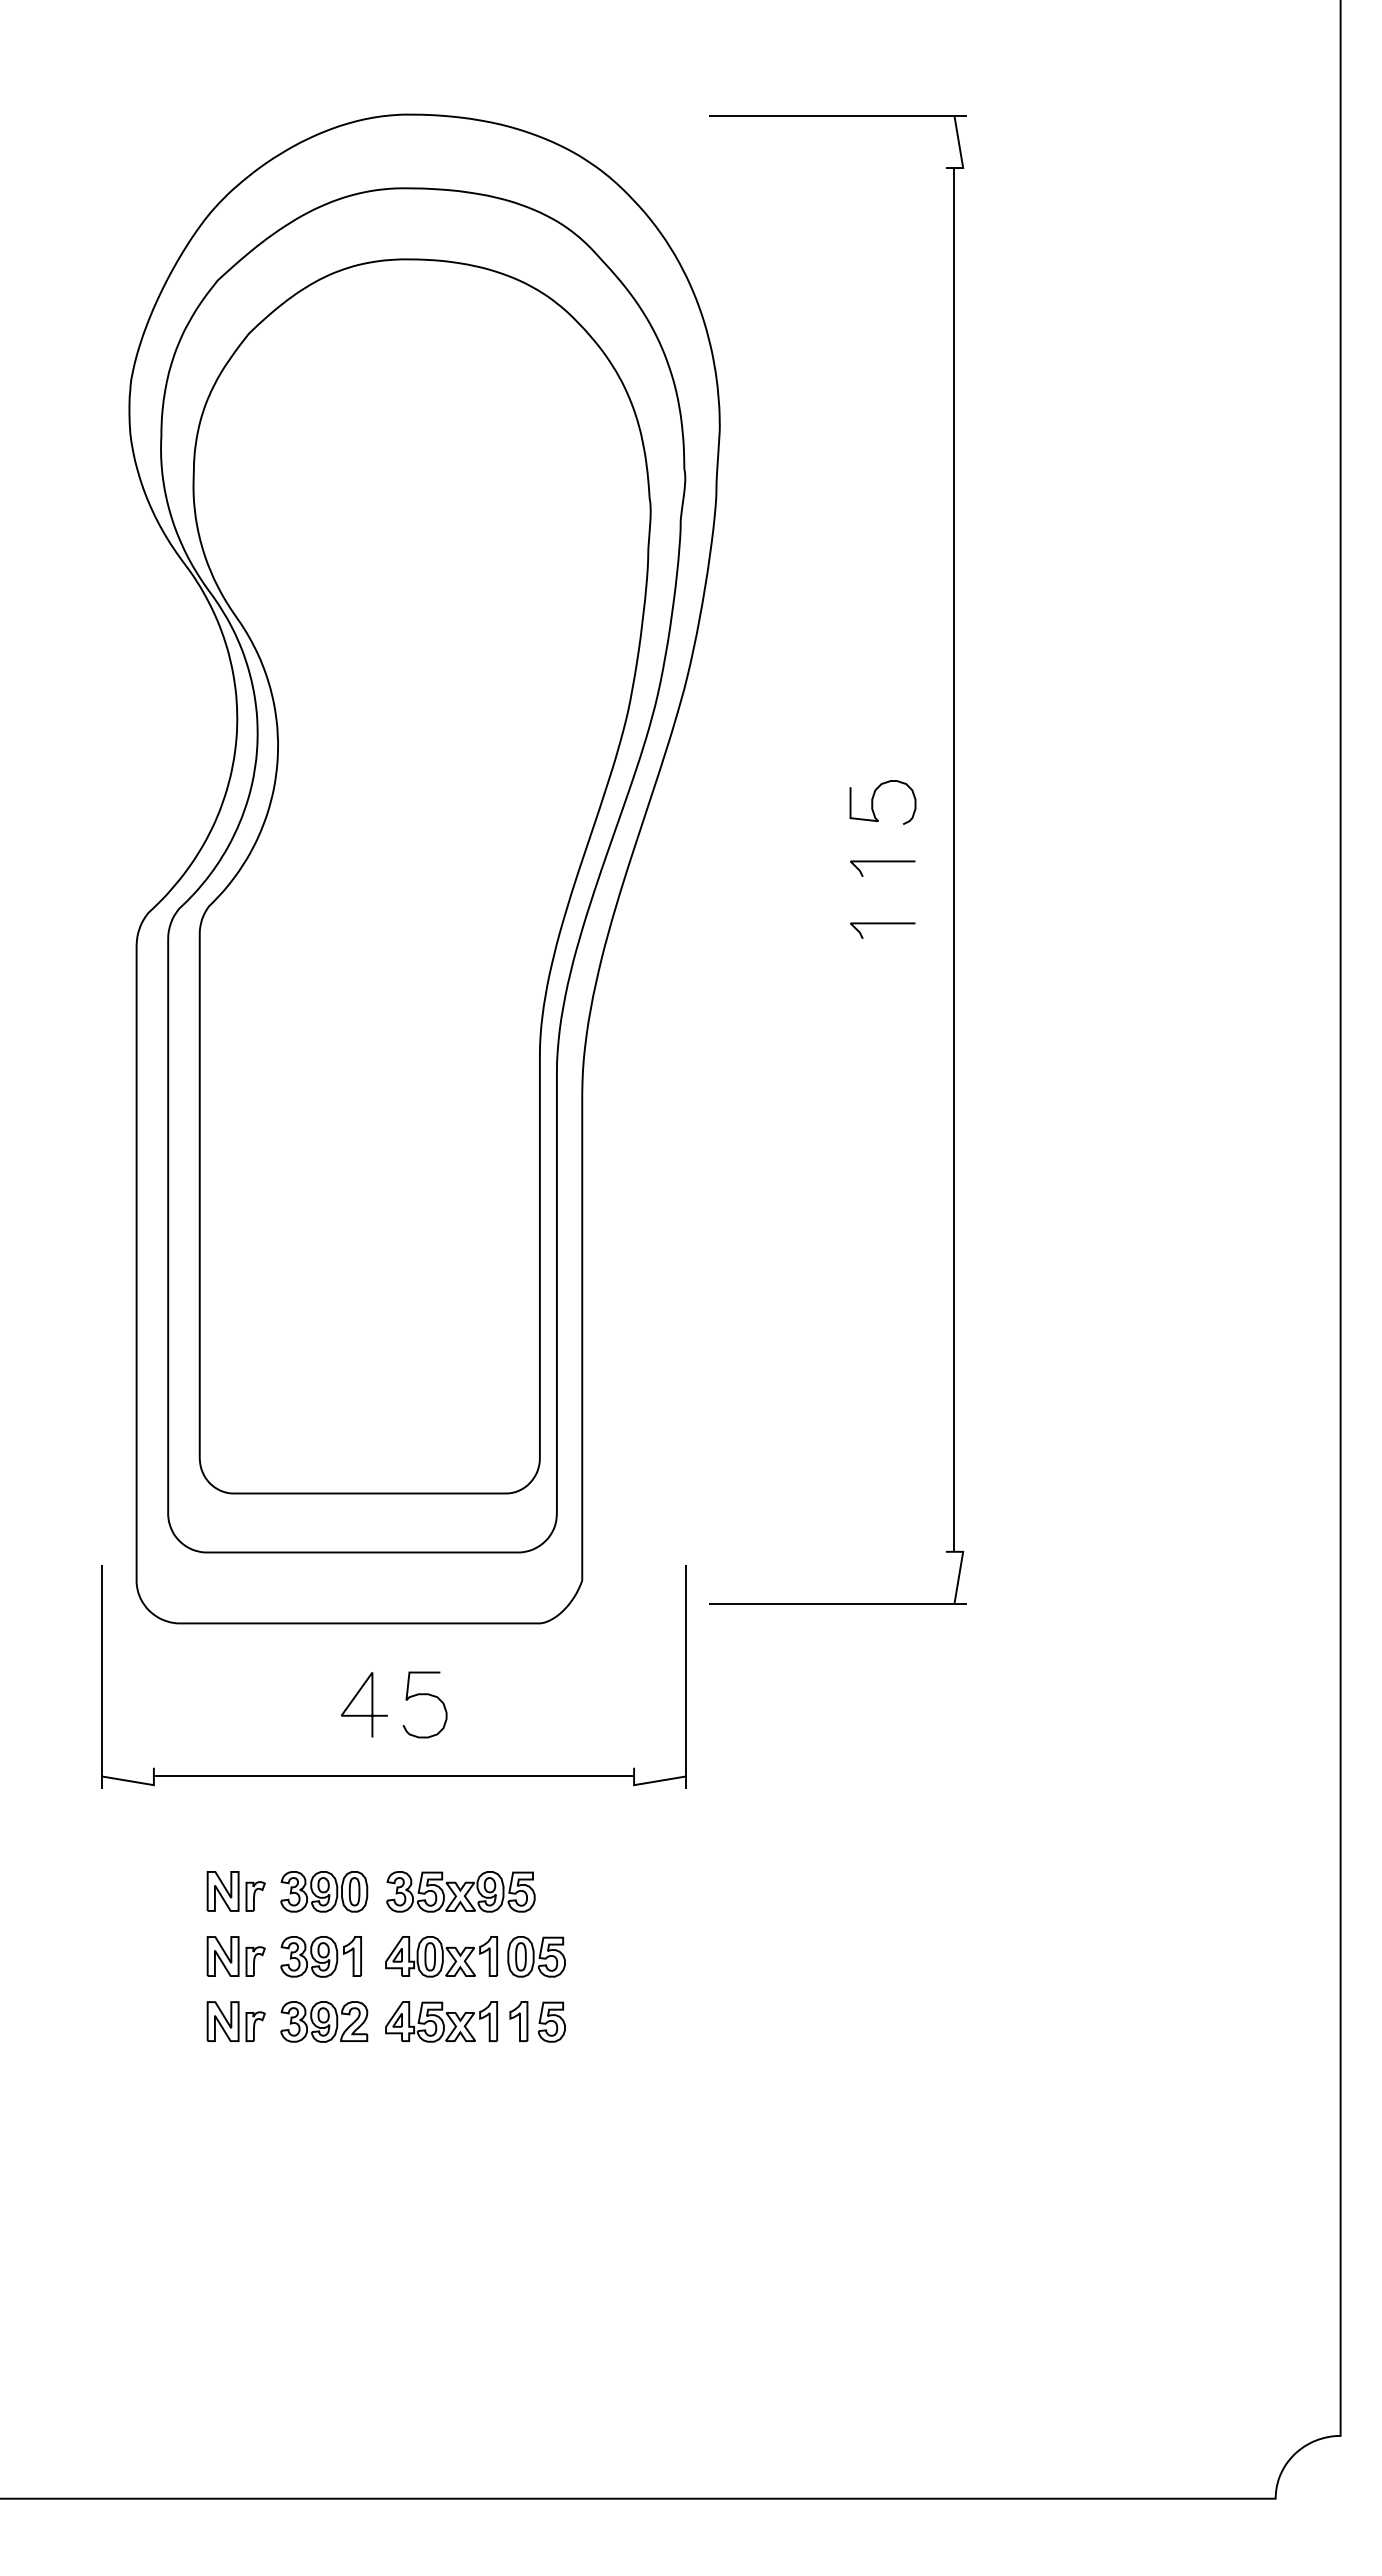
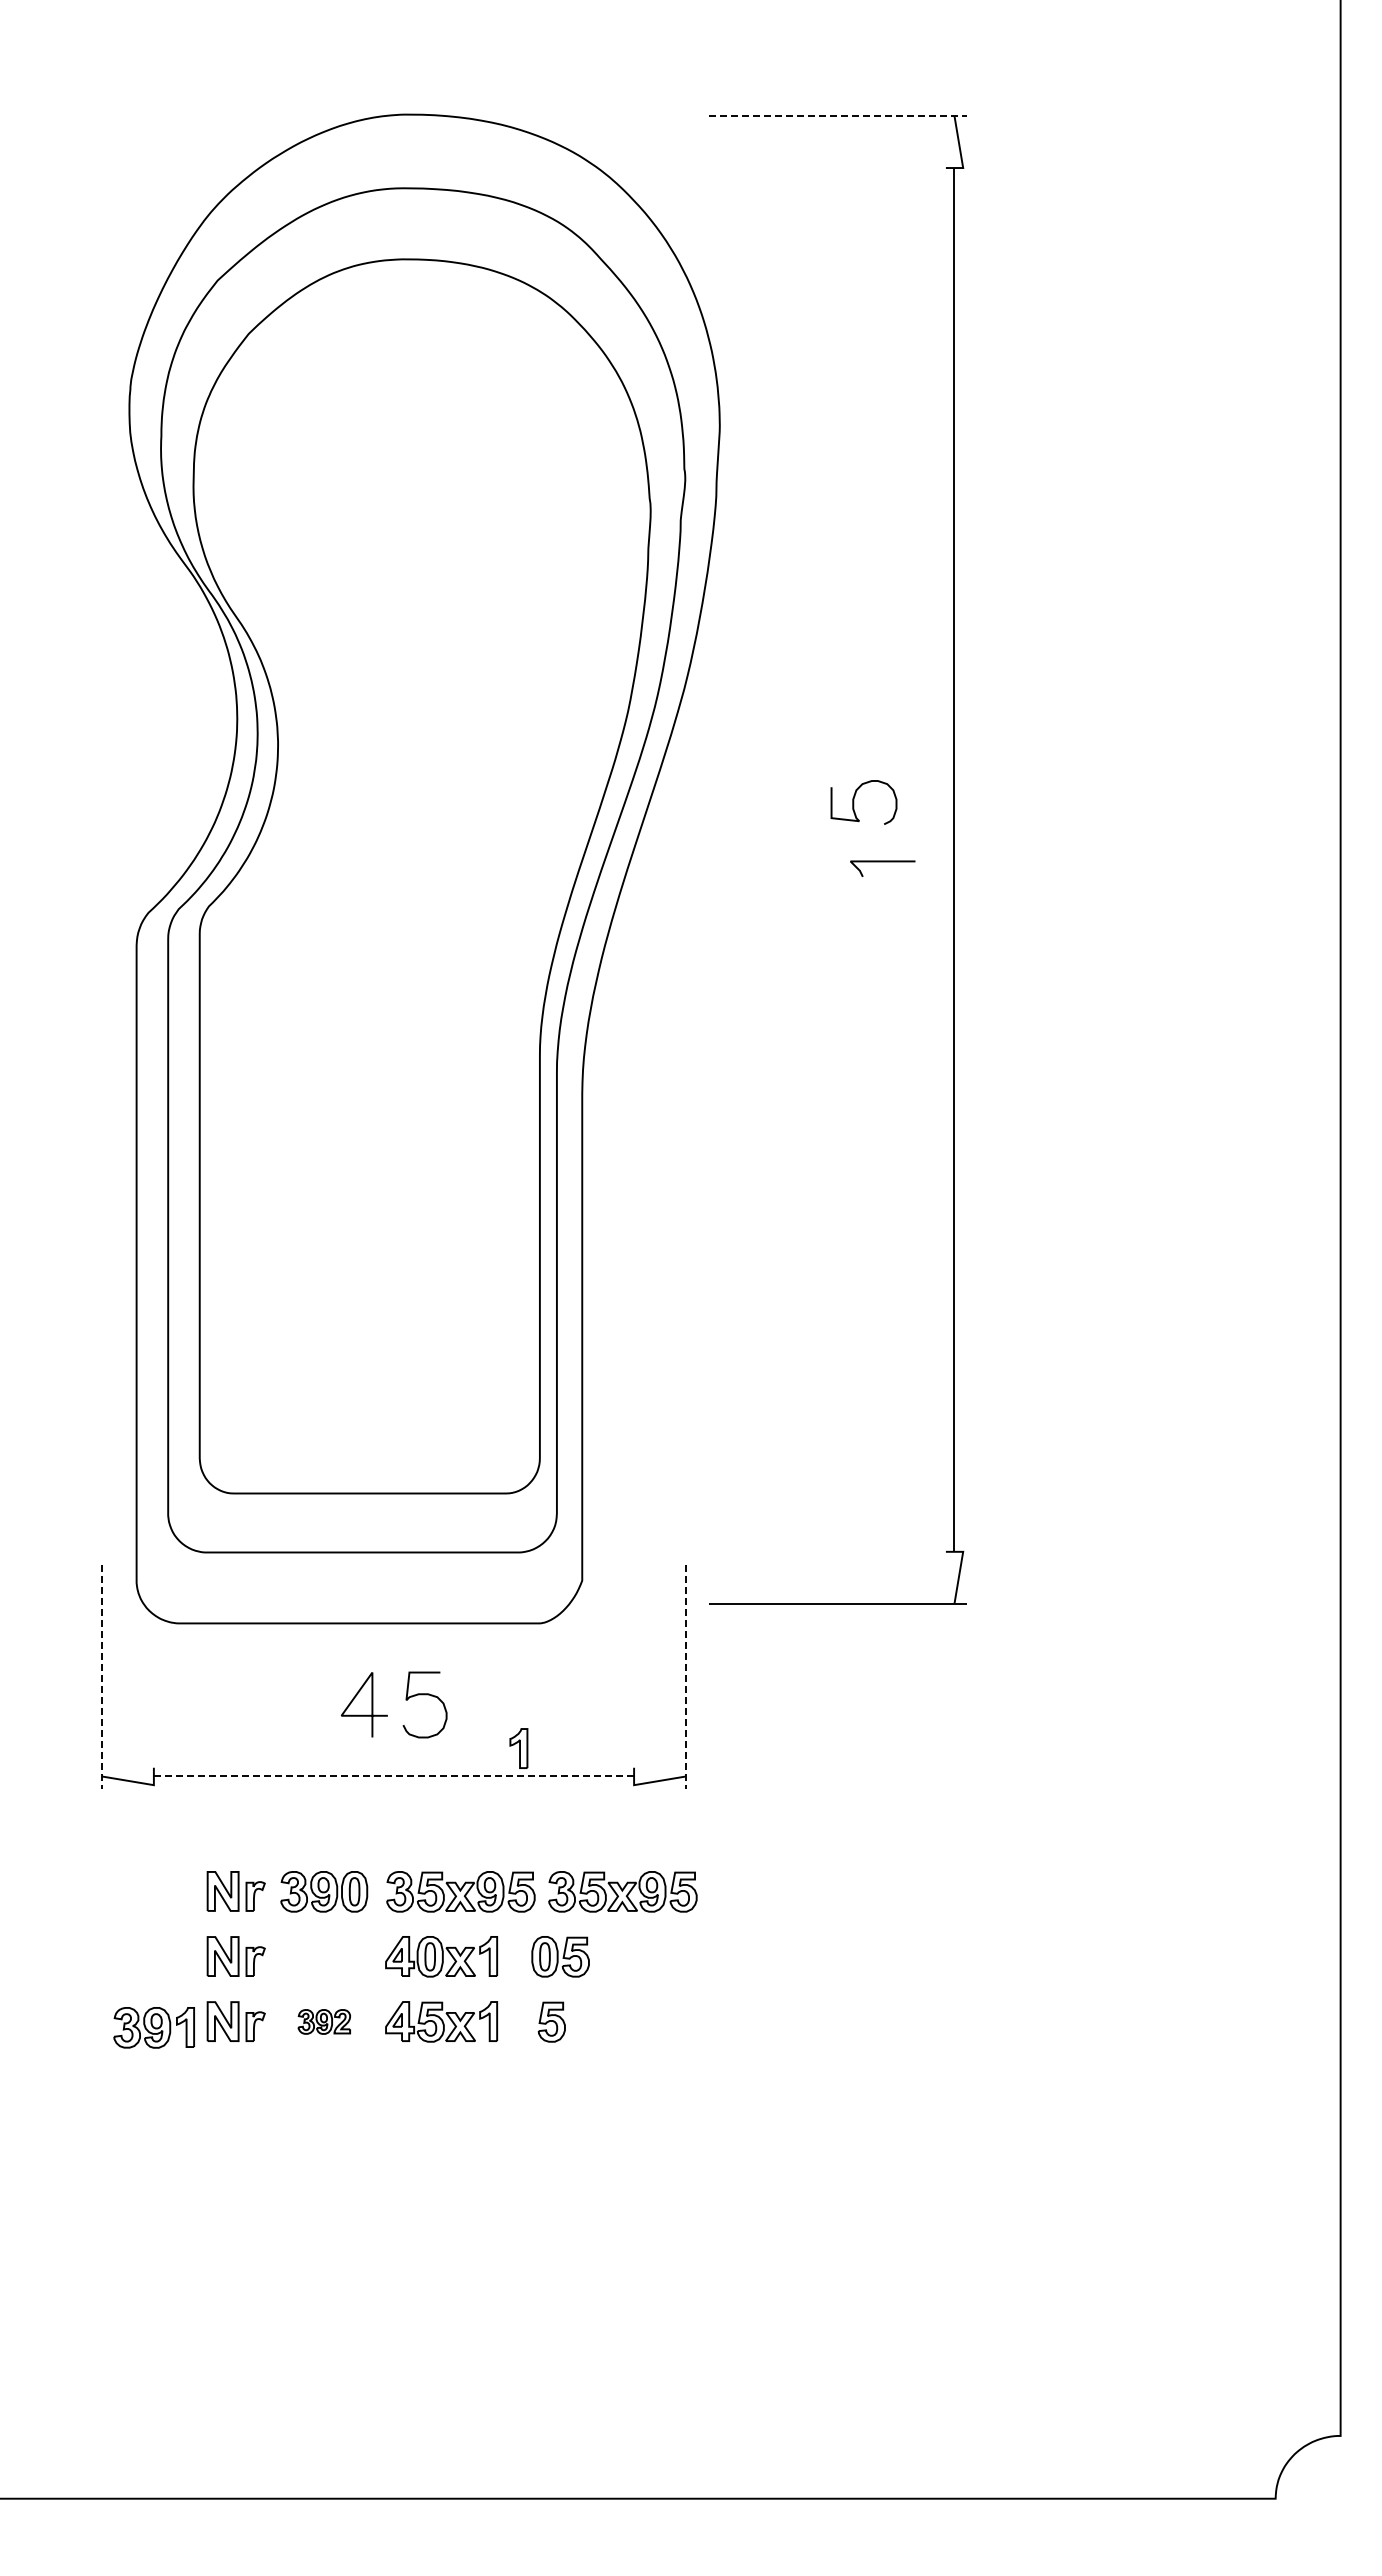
line at (838, 116): solid -> dashed
curve at (873, 802) position: (873, 802) -> (854, 802)
line at (882, 924): present -> none
line at (101, 1677): solid -> dashed
line at (686, 1677): solid -> dashed
line at (394, 1776): solid -> dashed
part at (622, 1891): none -> present
part at (320, 1956) position: (320, 1956) -> (153, 2027)
part at (536, 1956) position: (536, 1956) -> (560, 1956)
part at (324, 2021) size: 89x42 px -> 54x26 px
part at (518, 2021) position: (518, 2021) -> (518, 1748)
